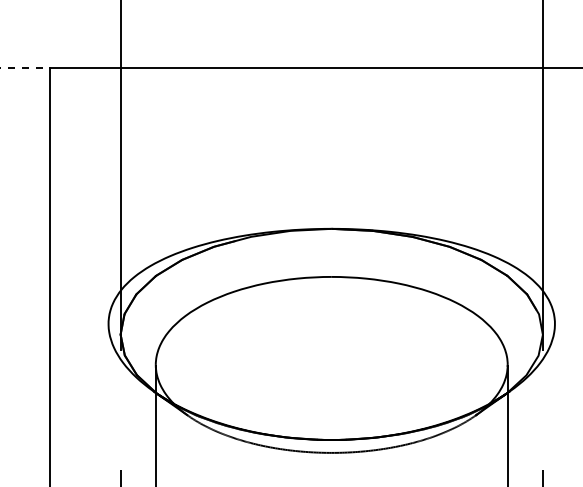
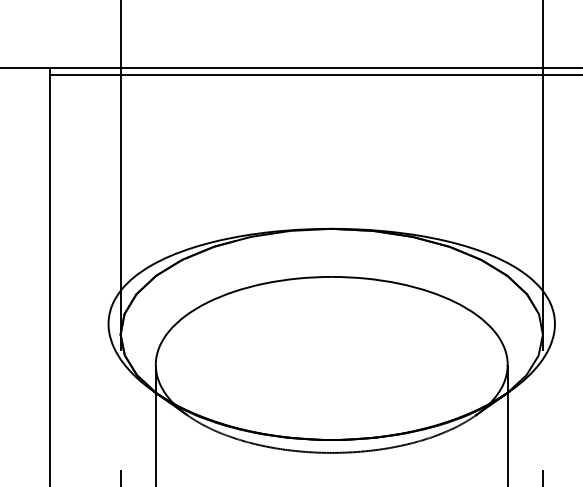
line at (25, 68): dashed -> solid
line at (314, 75): none -> present
